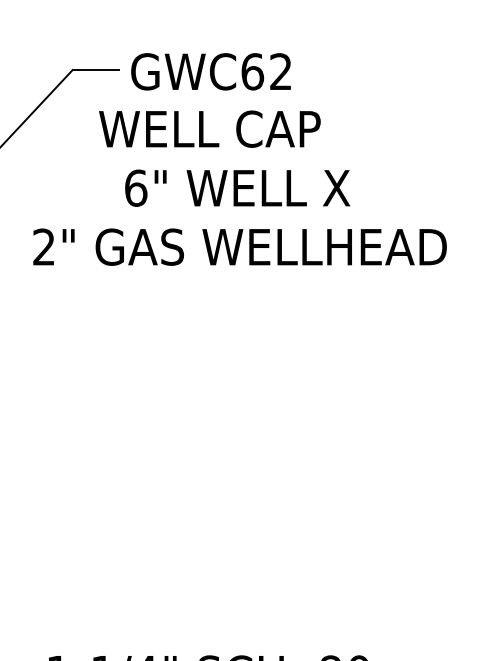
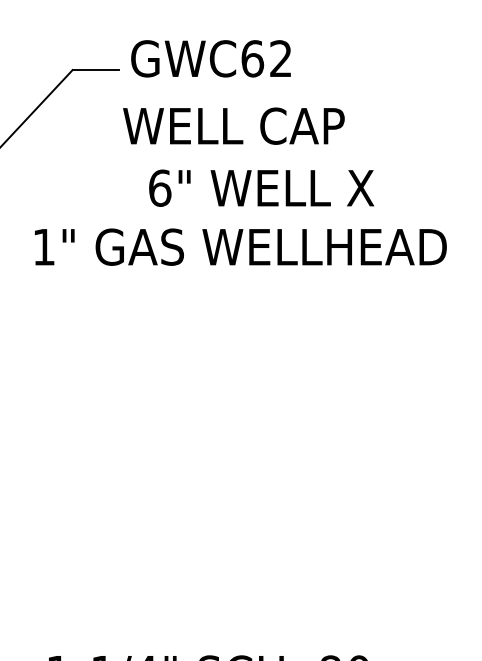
text at (210, 71) position: (210, 71) -> (210, 58)
text at (209, 128) position: (209, 128) -> (233, 125)
text at (237, 187) position: (237, 187) -> (261, 187)
text at (43, 246): 2" -> 1"
